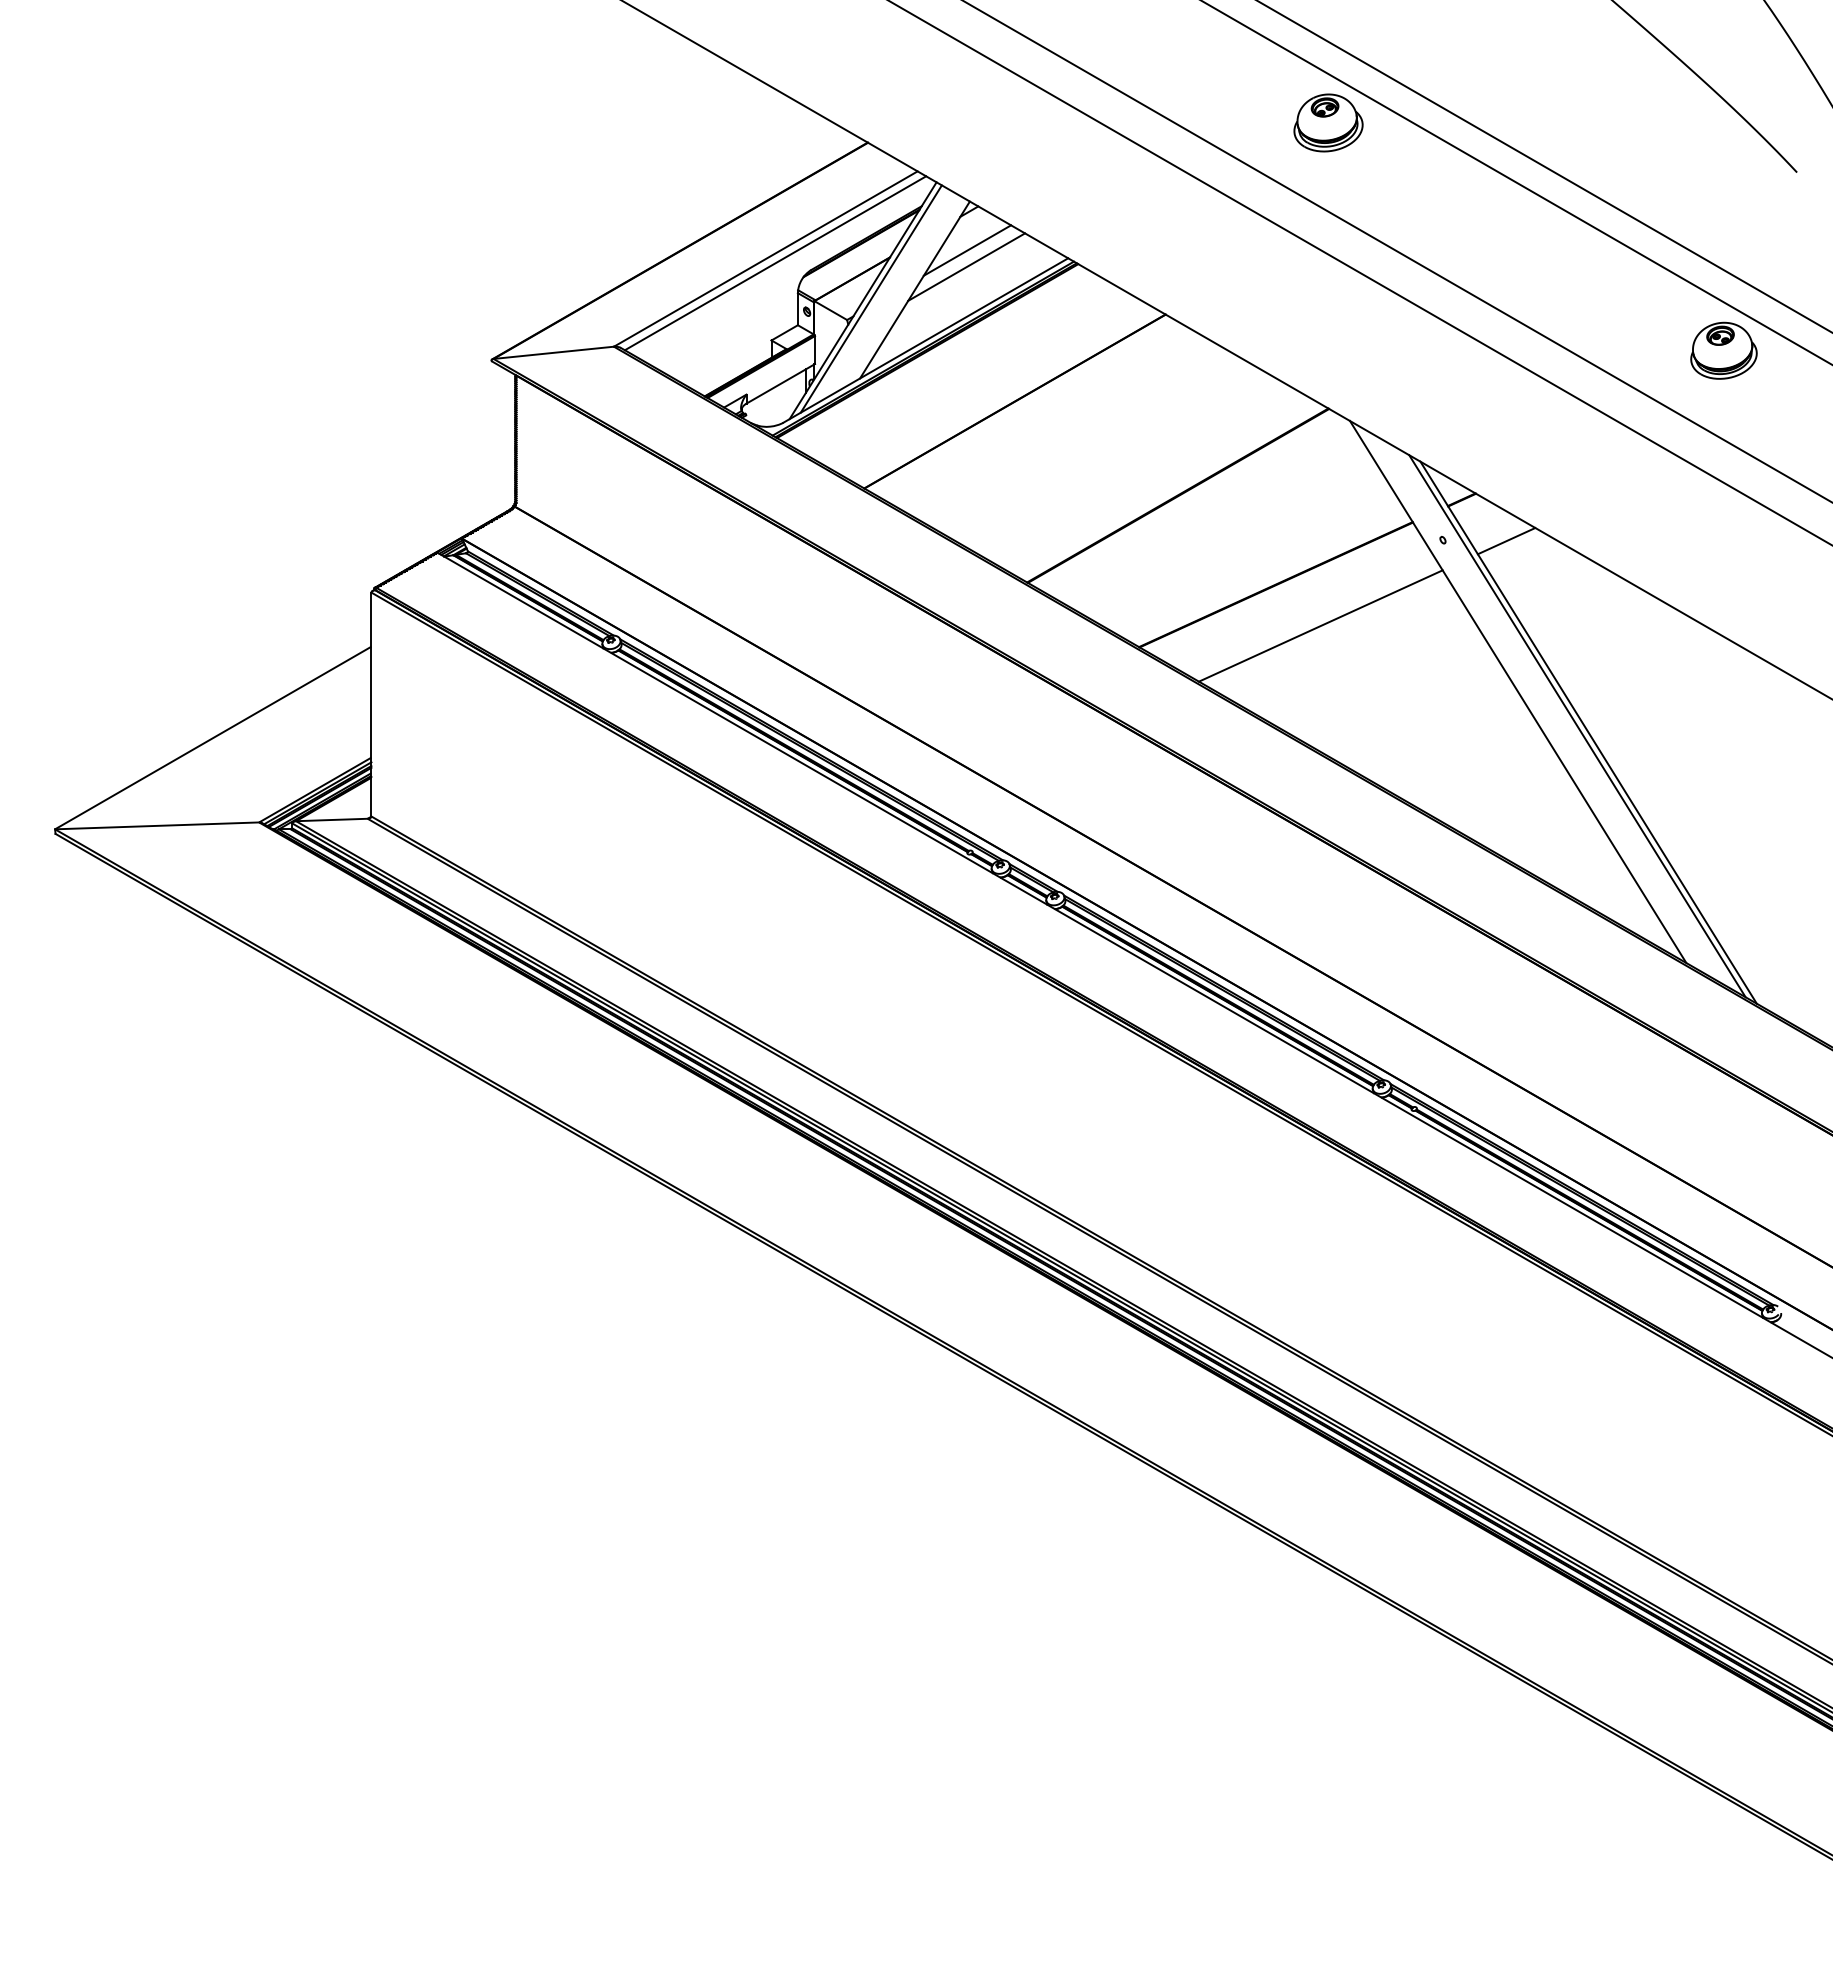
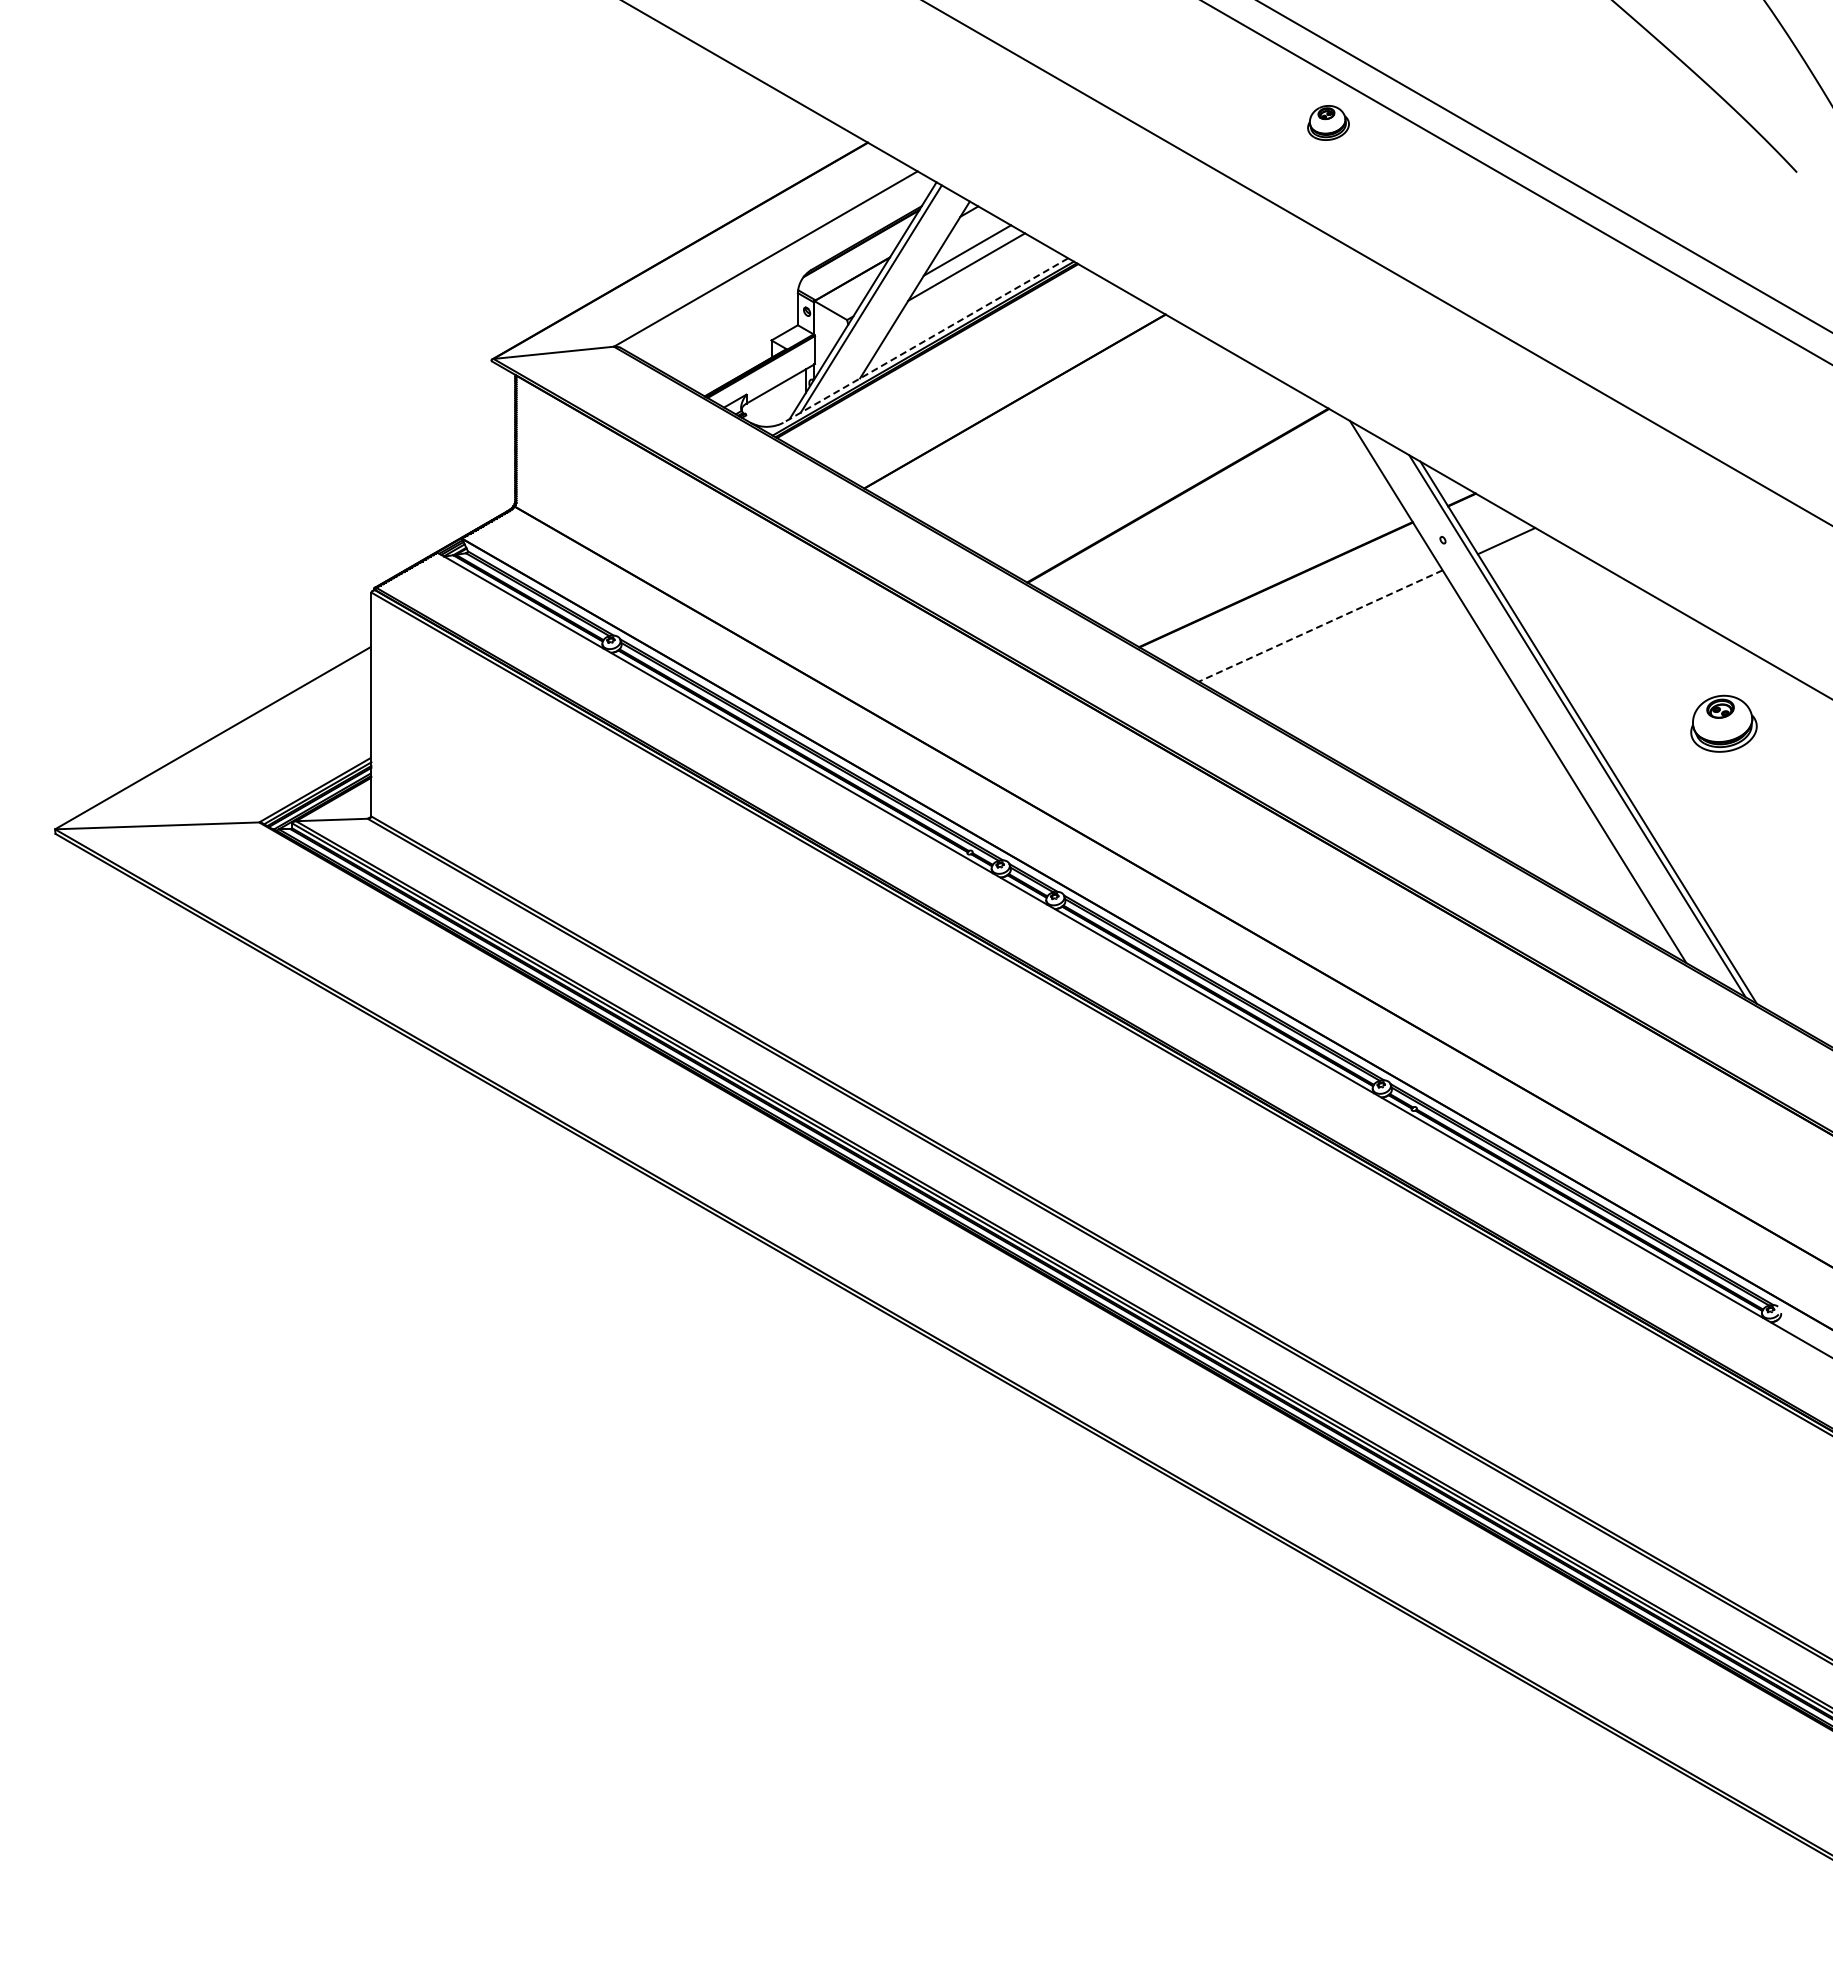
part at (1328, 122) size: 71x60 px -> 43x36 px
line at (1397, 251): present -> none
line at (775, 263): present -> none
line at (1359, 273) position: (1359, 273) -> (1376, 263)
line at (925, 340): solid -> dashed
part at (1723, 350) position: (1723, 350) -> (1723, 723)
line at (1320, 626): solid -> dashed
